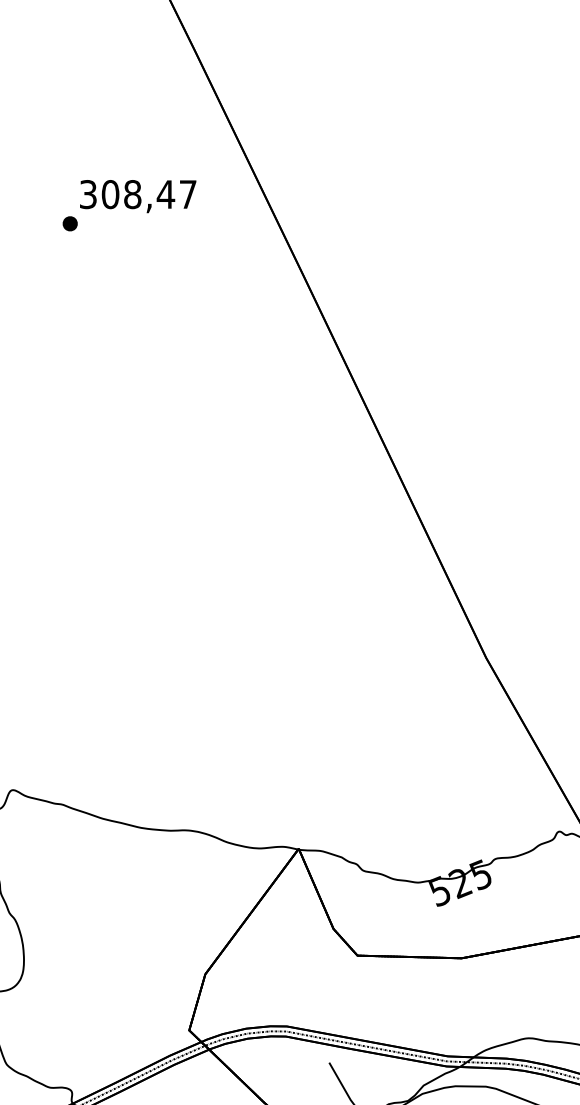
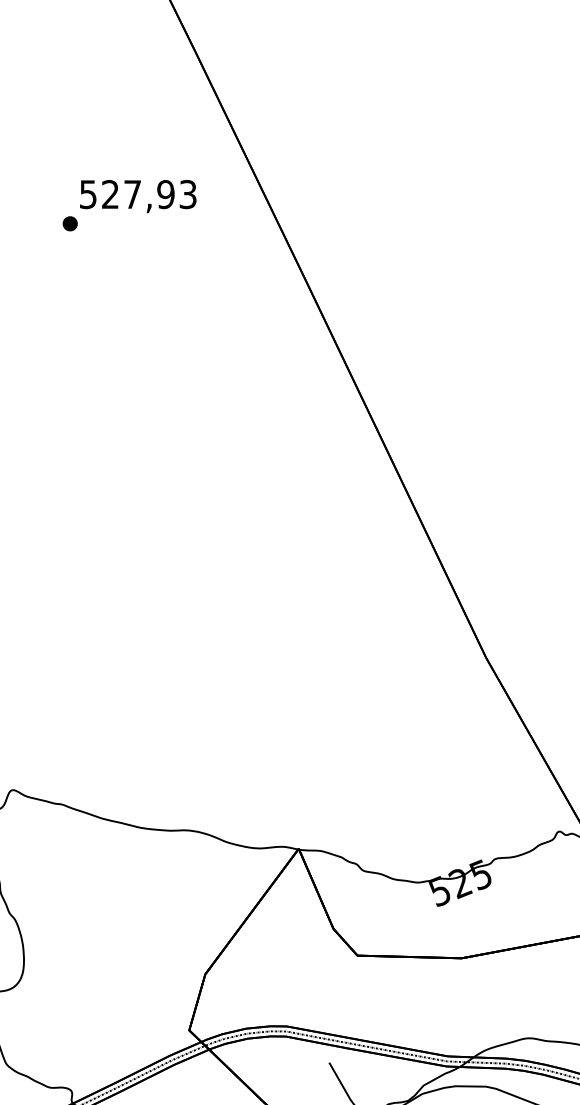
text at (138, 194): 308,47 -> 527,93
